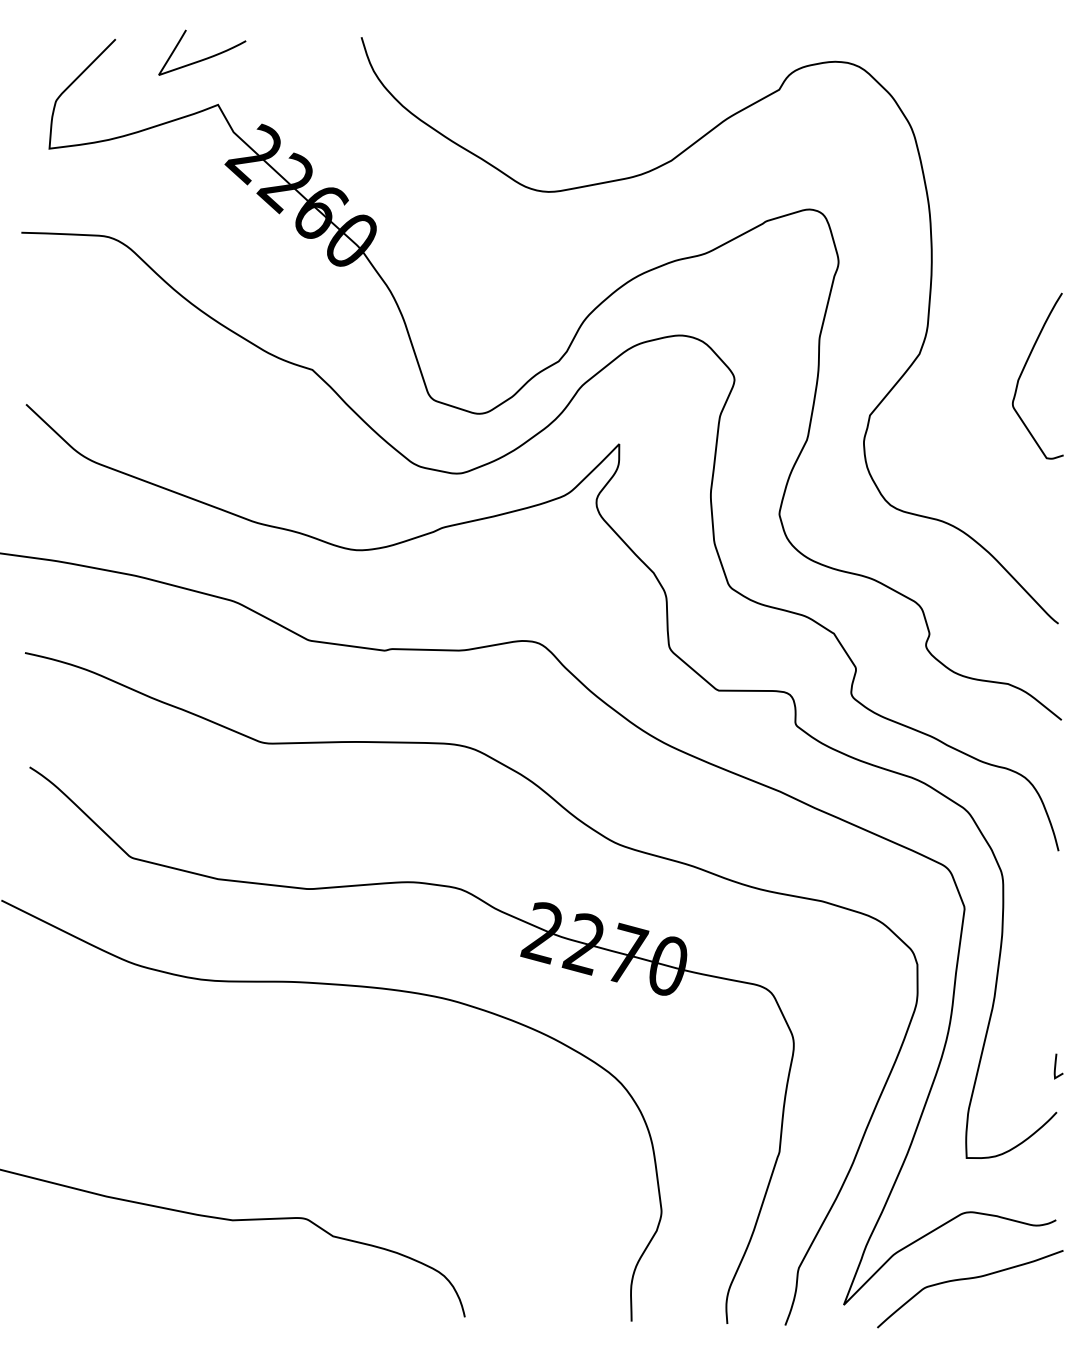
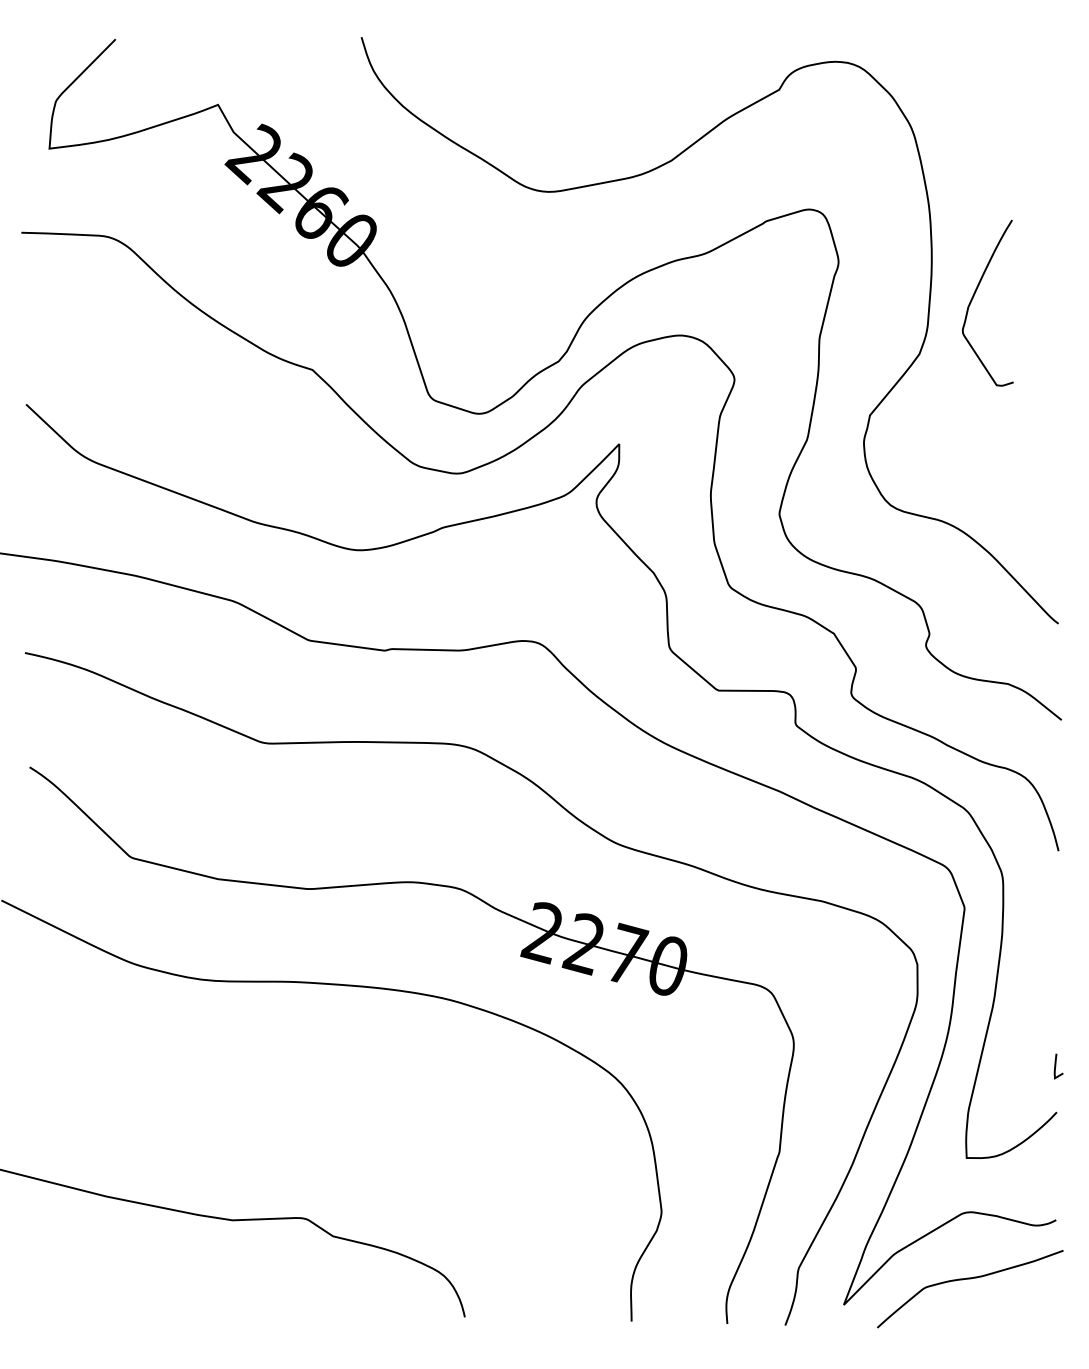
curve at (203, 58): present -> none
curve at (1024, 369) position: (1024, 369) -> (974, 296)
